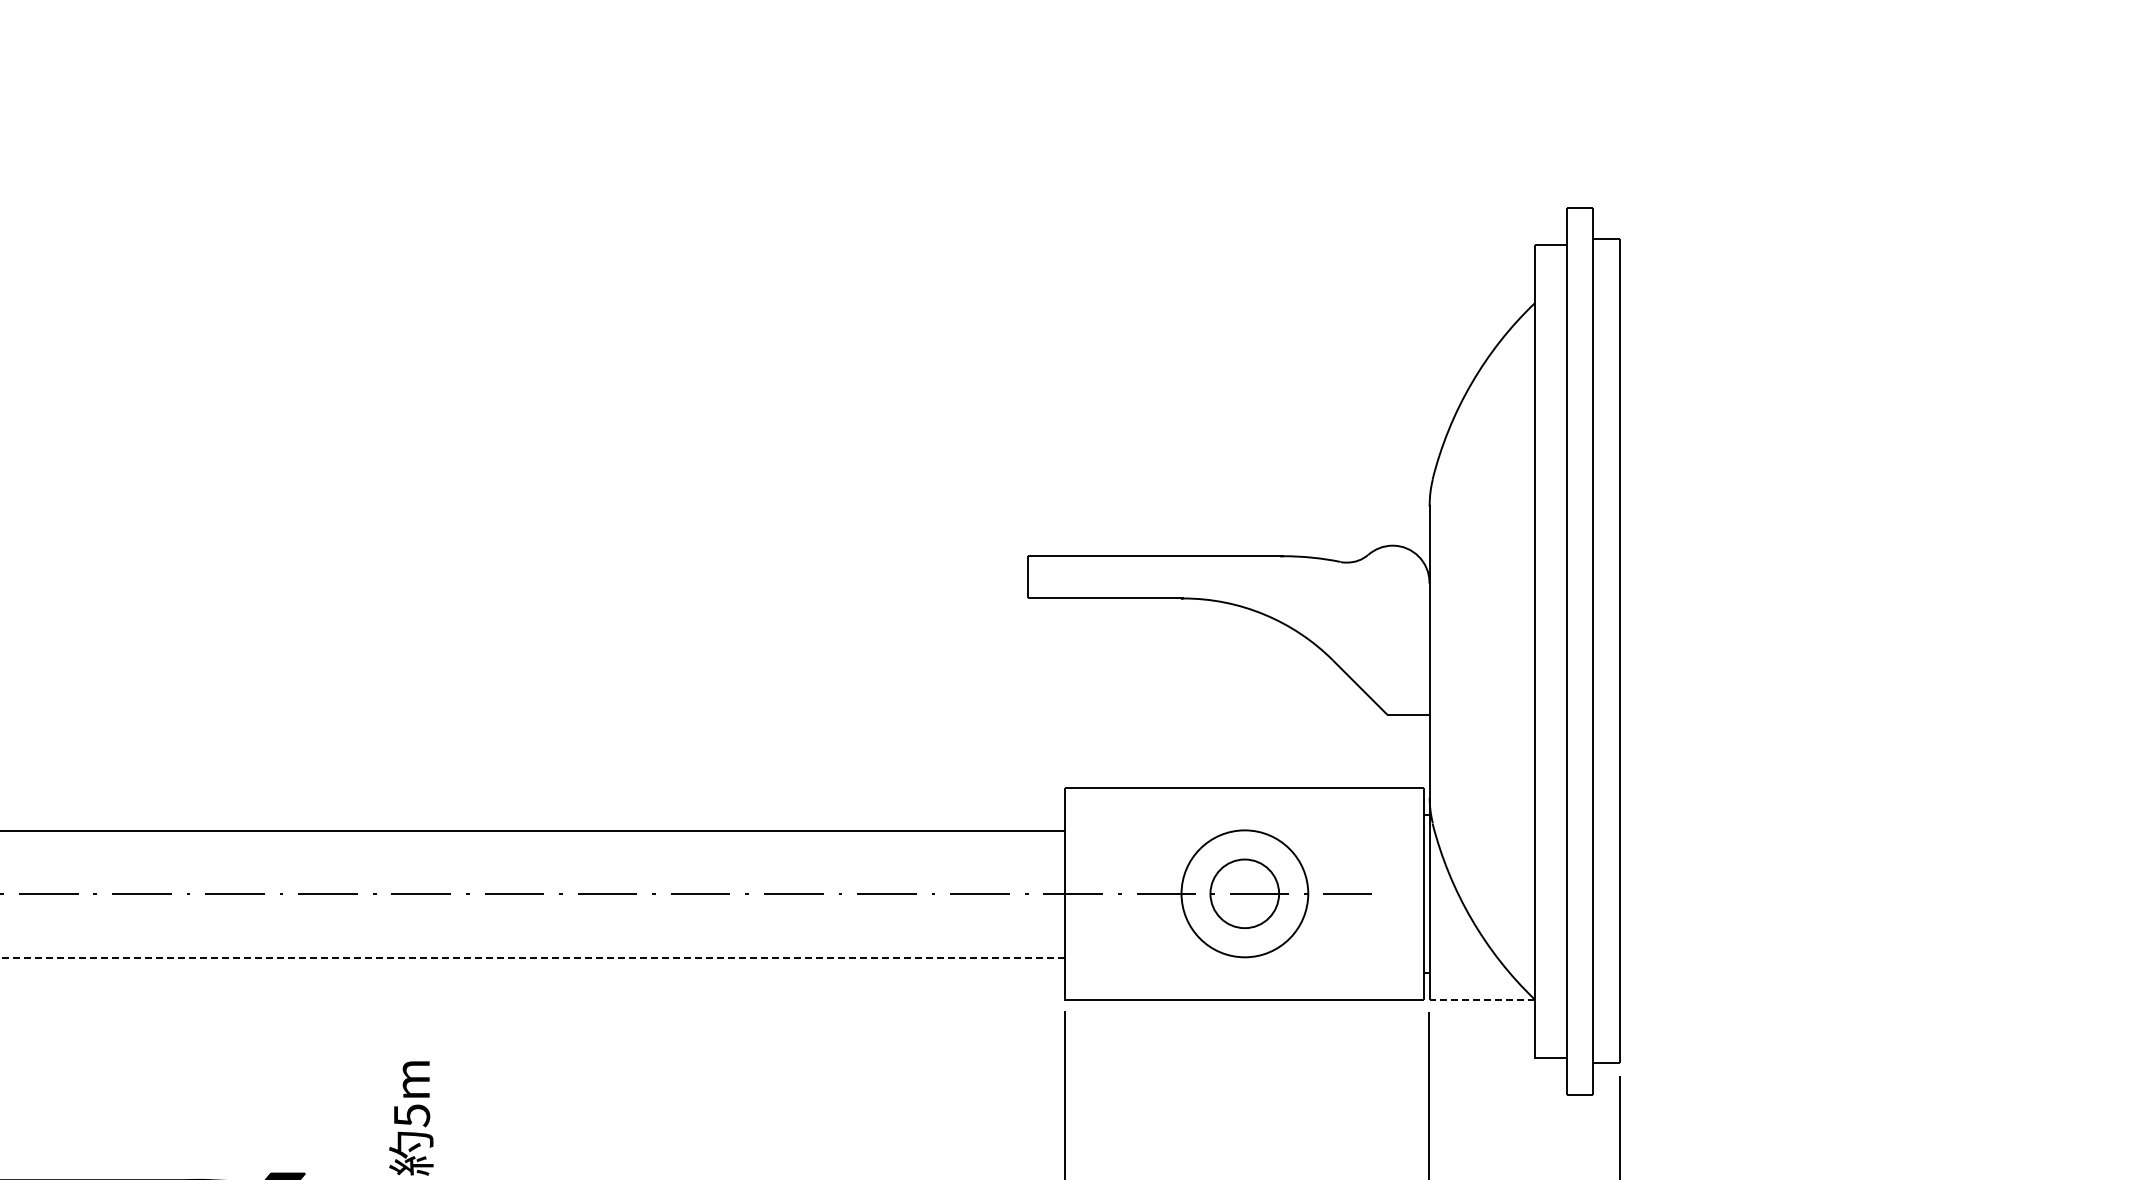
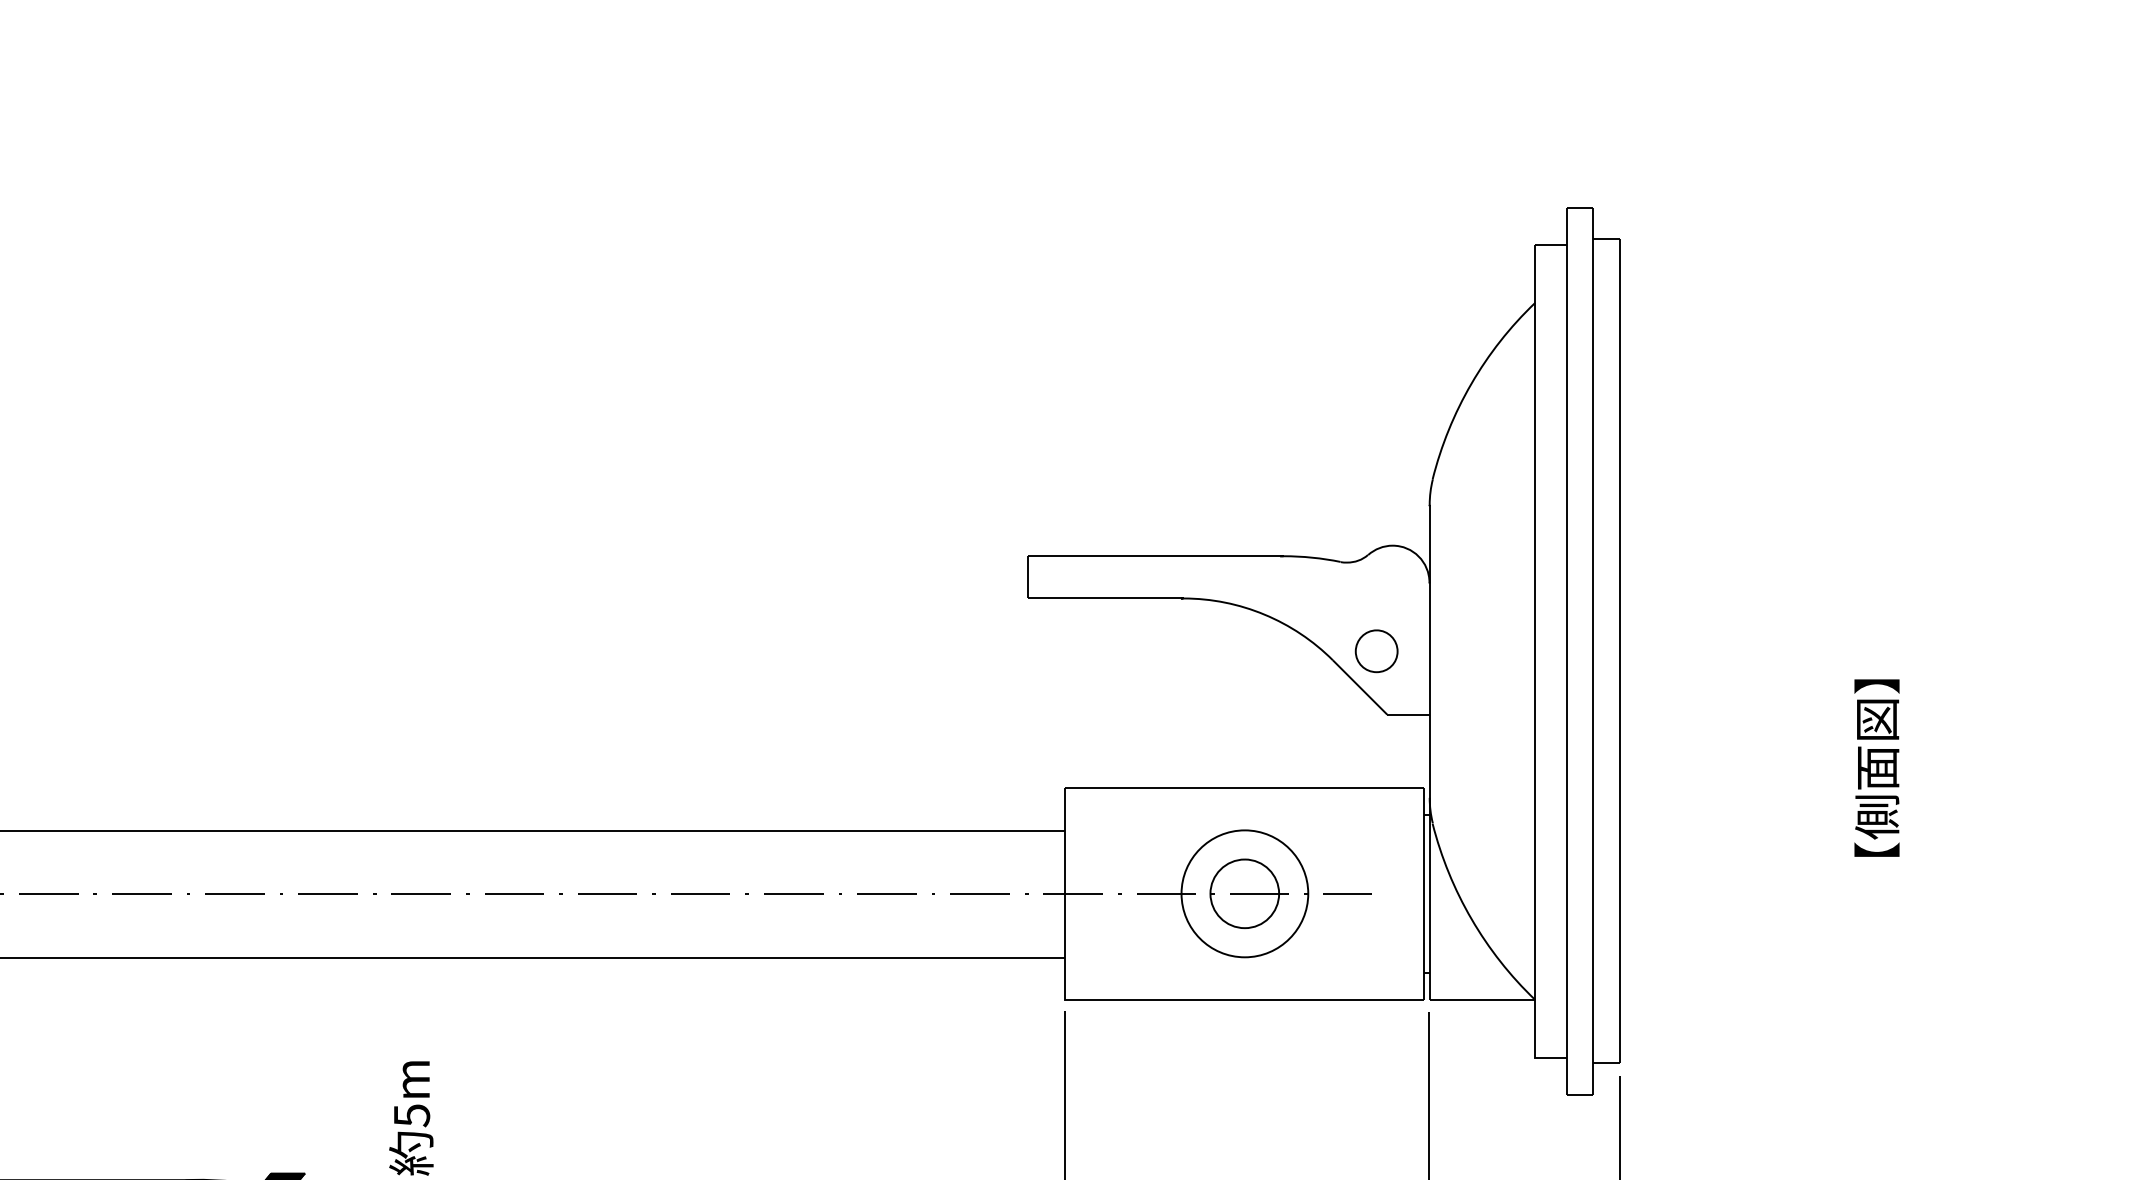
part at (1376, 651): none -> present
part at (1876, 767): none -> present
line at (532, 957): dashed -> solid
line at (1482, 999): dashed -> solid
